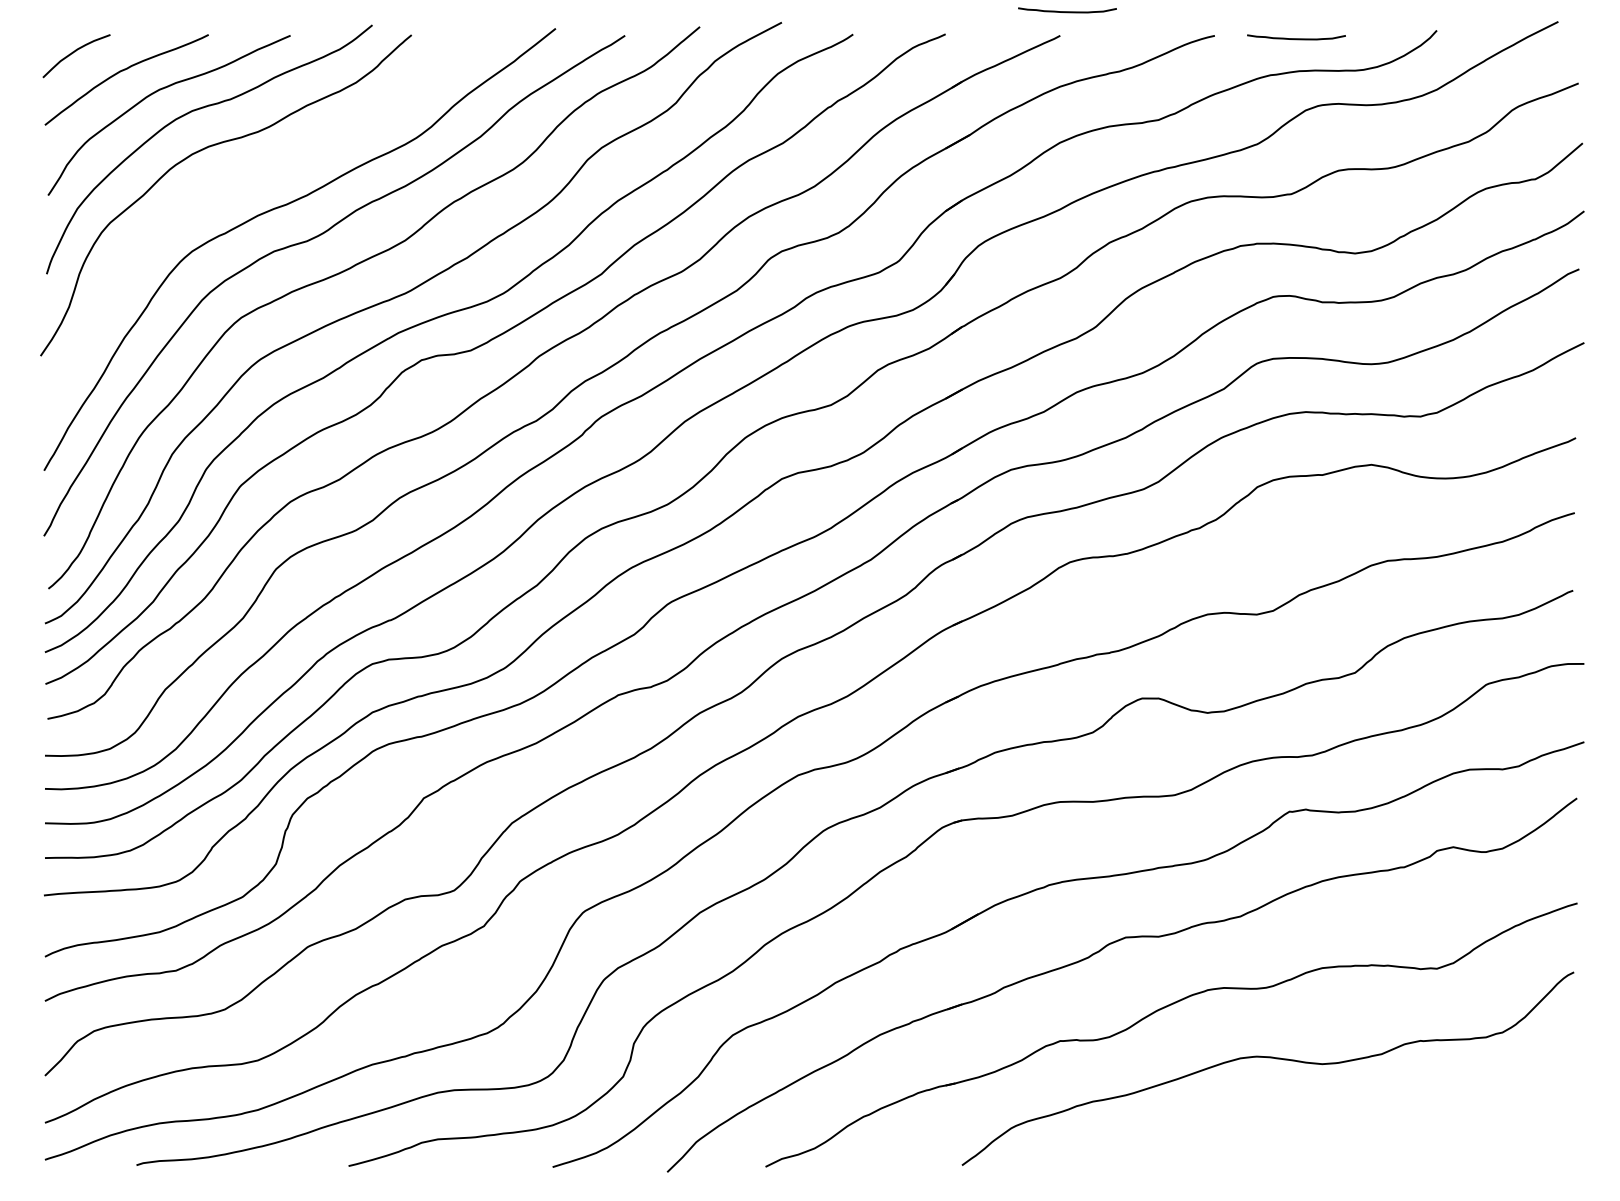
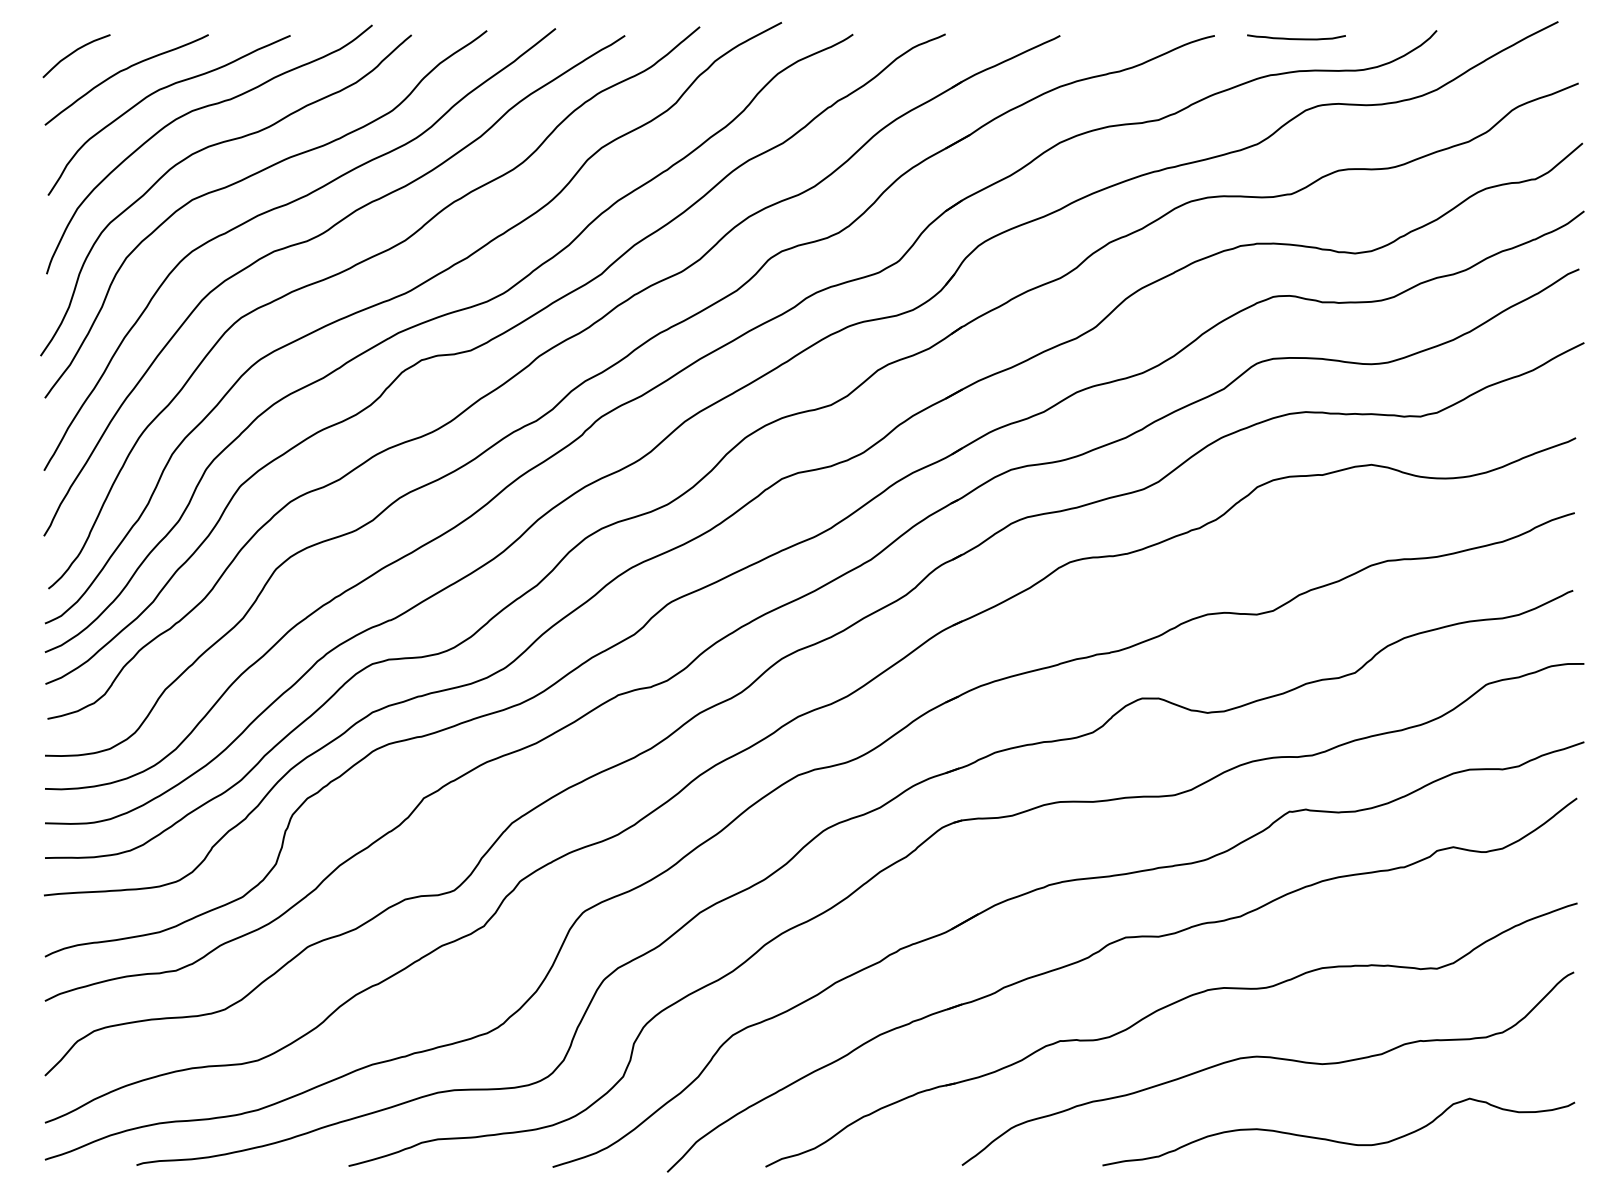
curve at (1067, 11): present -> none
curve at (250, 177): none -> present
curve at (1336, 1140): none -> present
